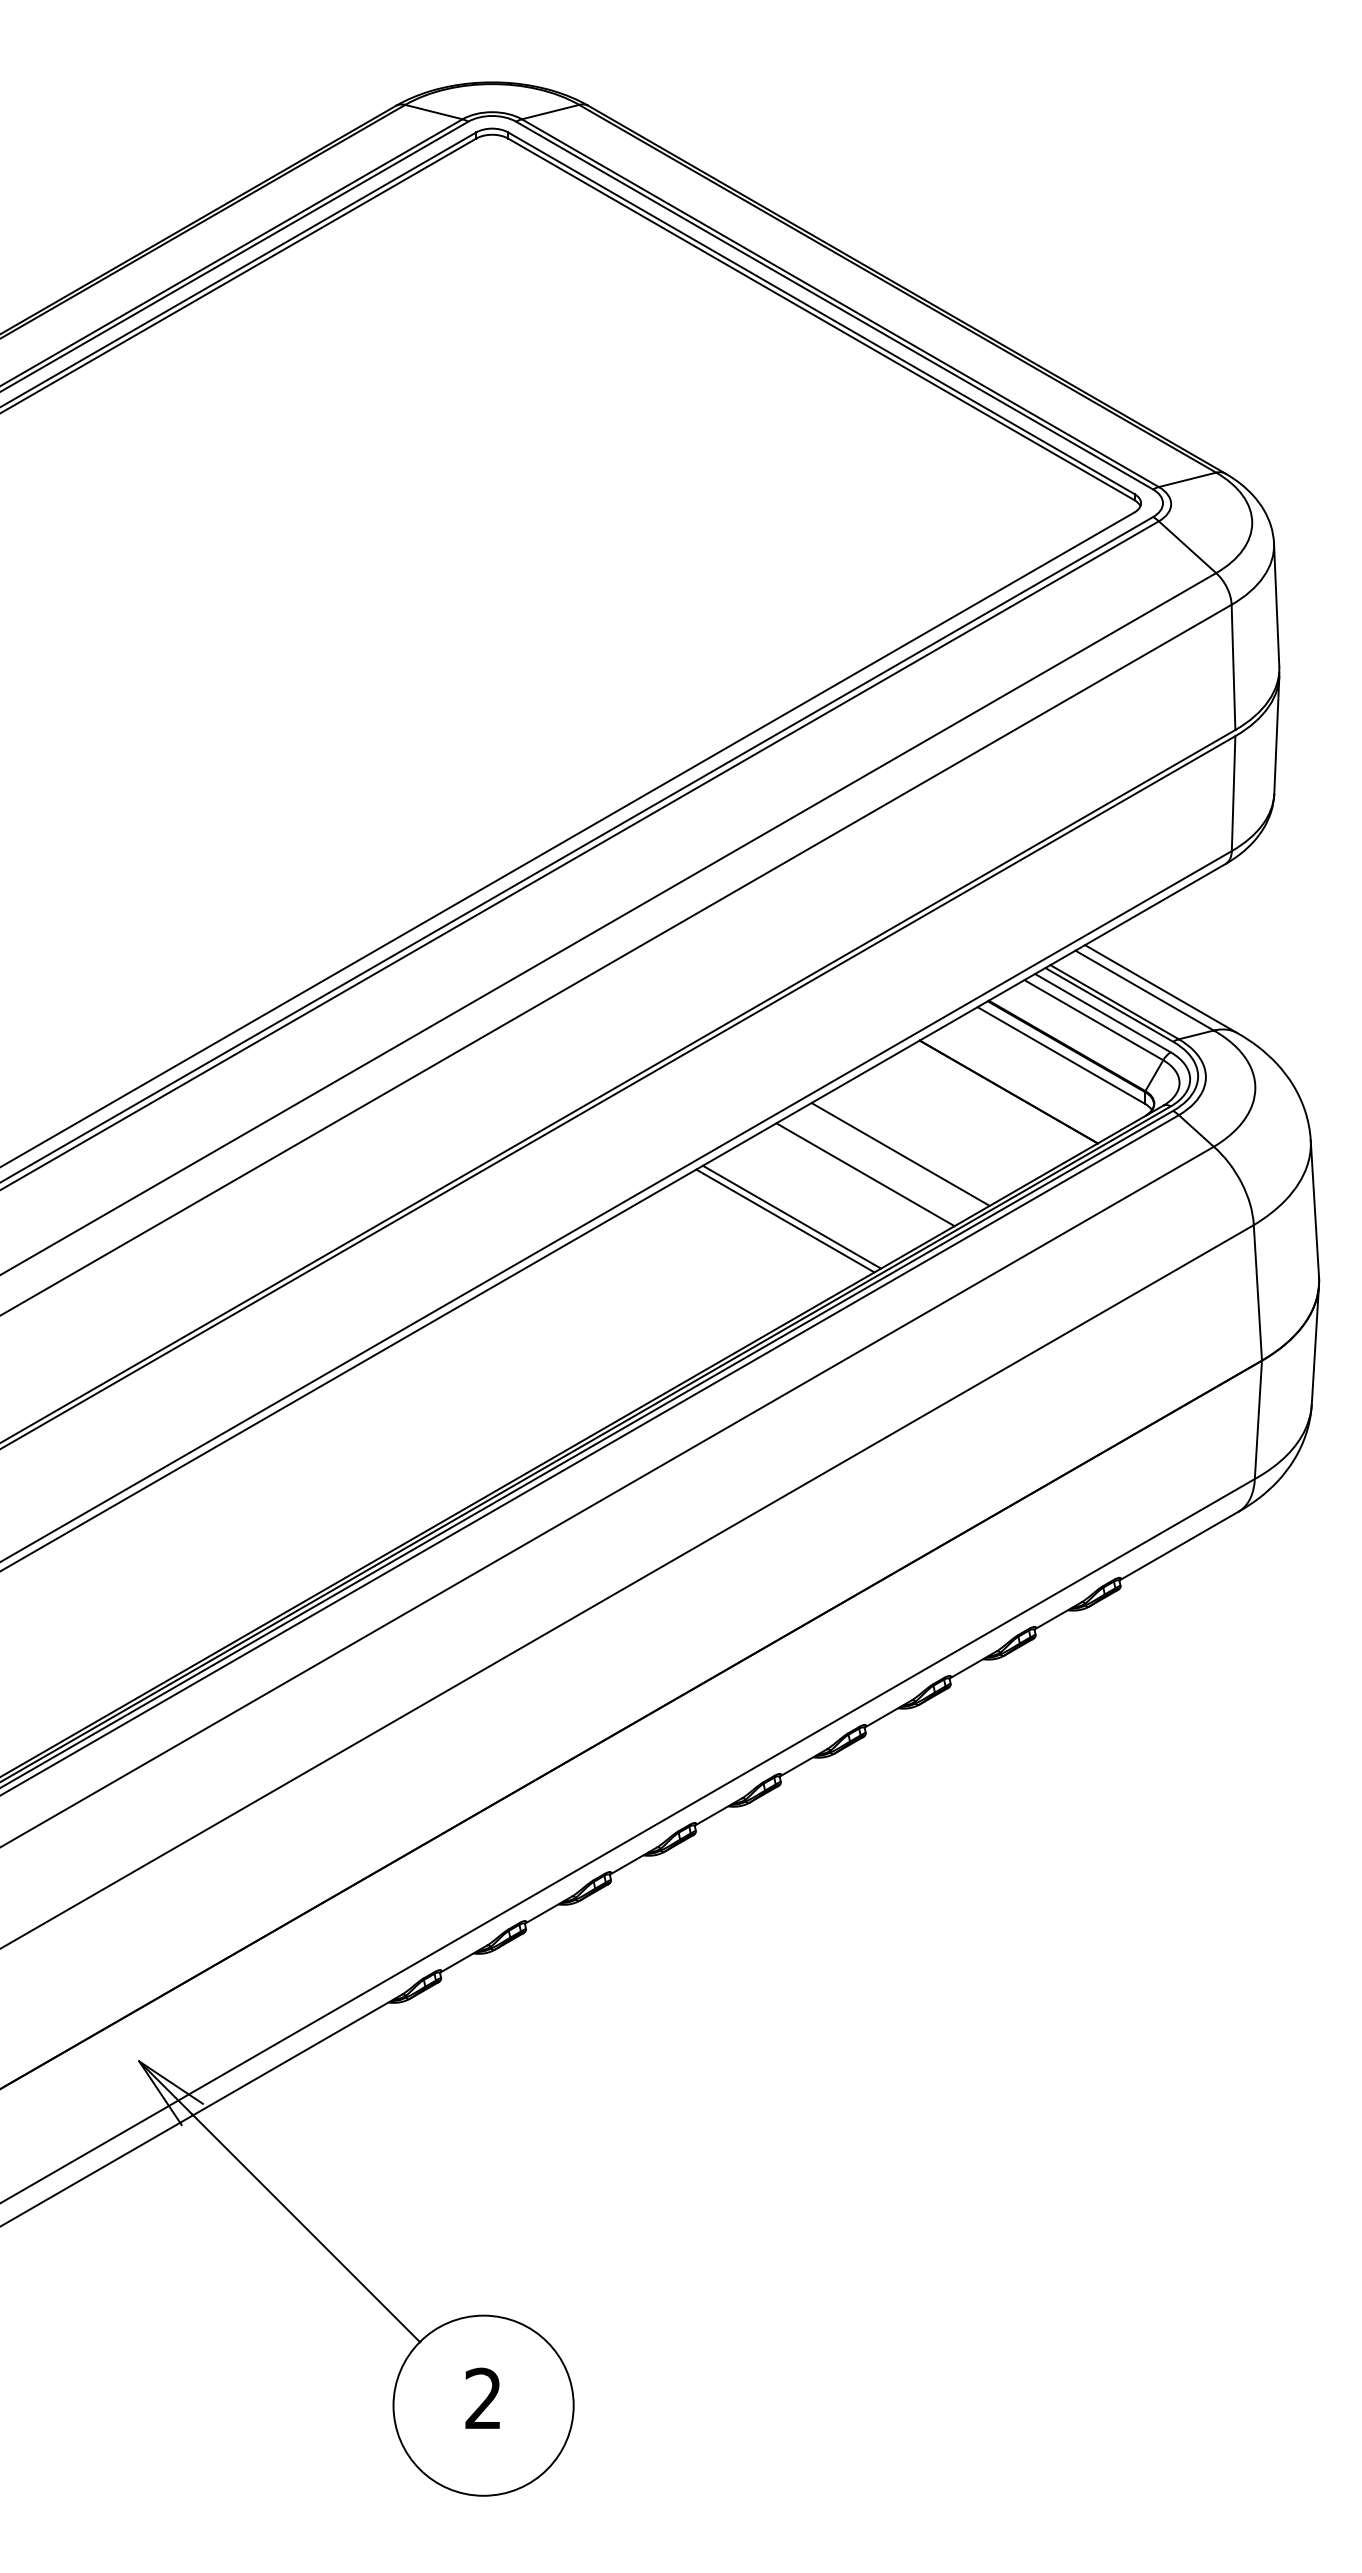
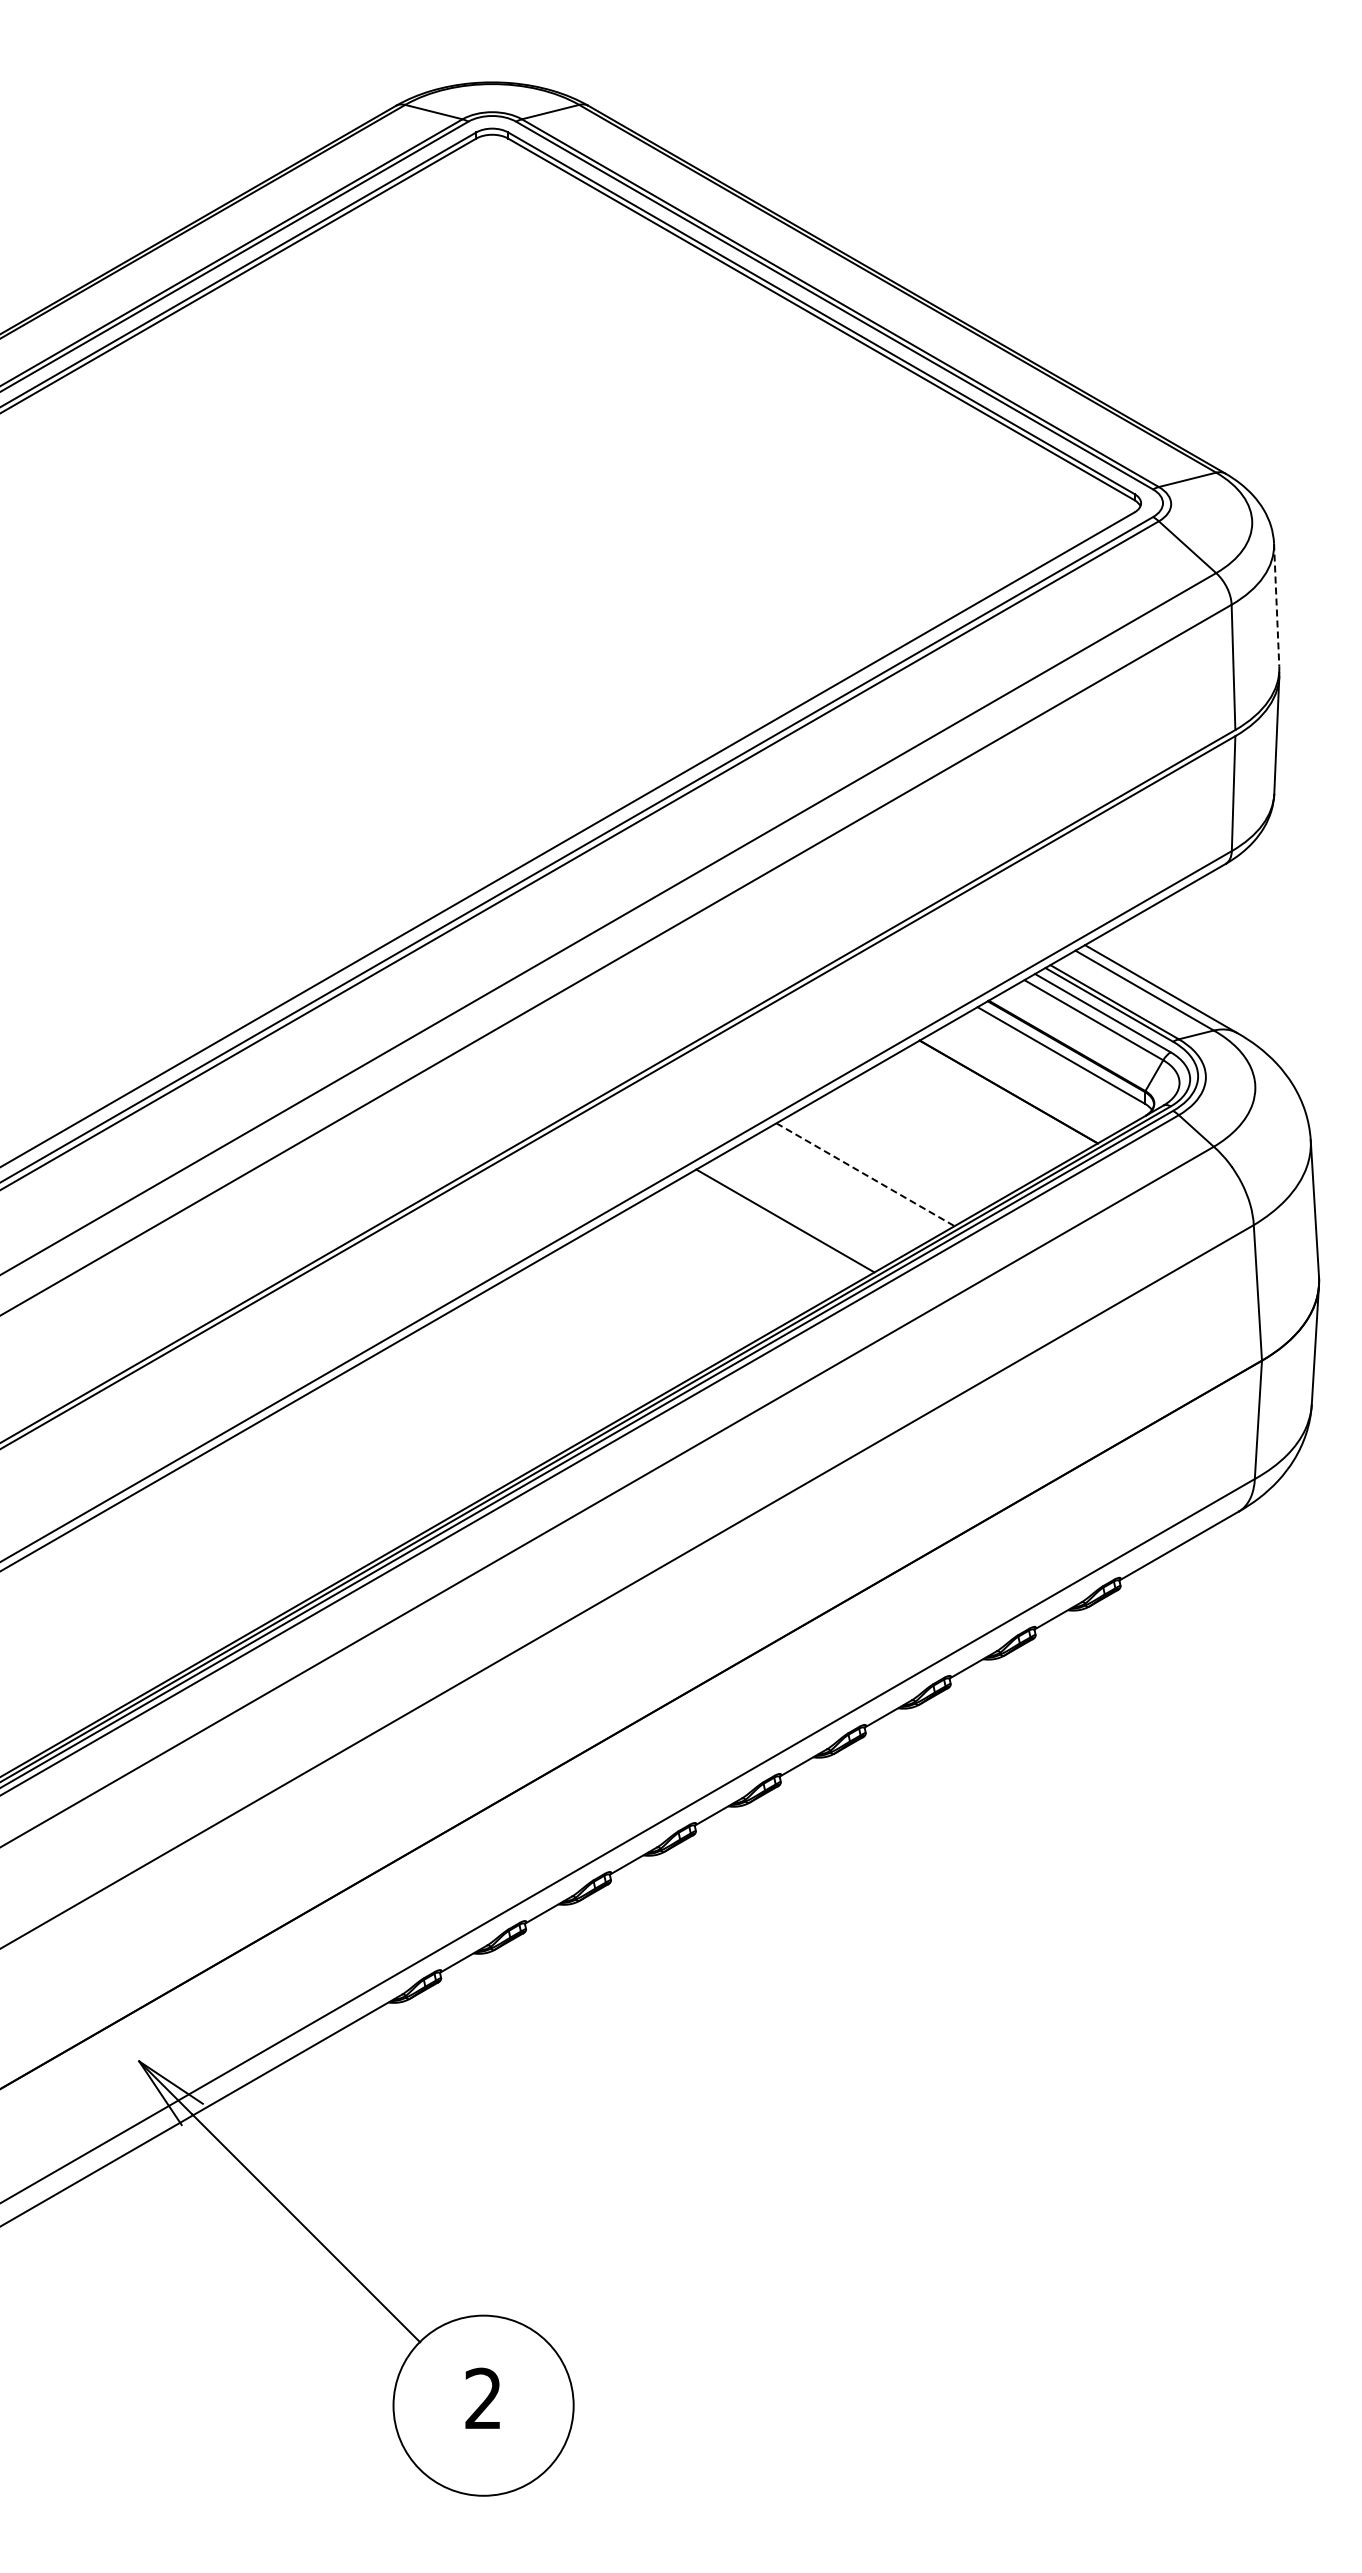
line at (1276, 605): solid -> dashed
line at (900, 1154): present -> none
line at (865, 1174): solid -> dashed
line at (791, 1216): present -> none
